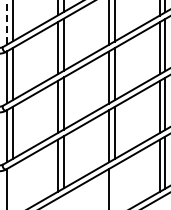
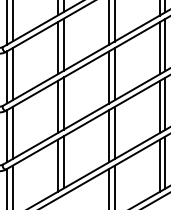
line at (7, 23): dashed -> solid
line at (12, 185): none -> present
line at (114, 185): none -> present
